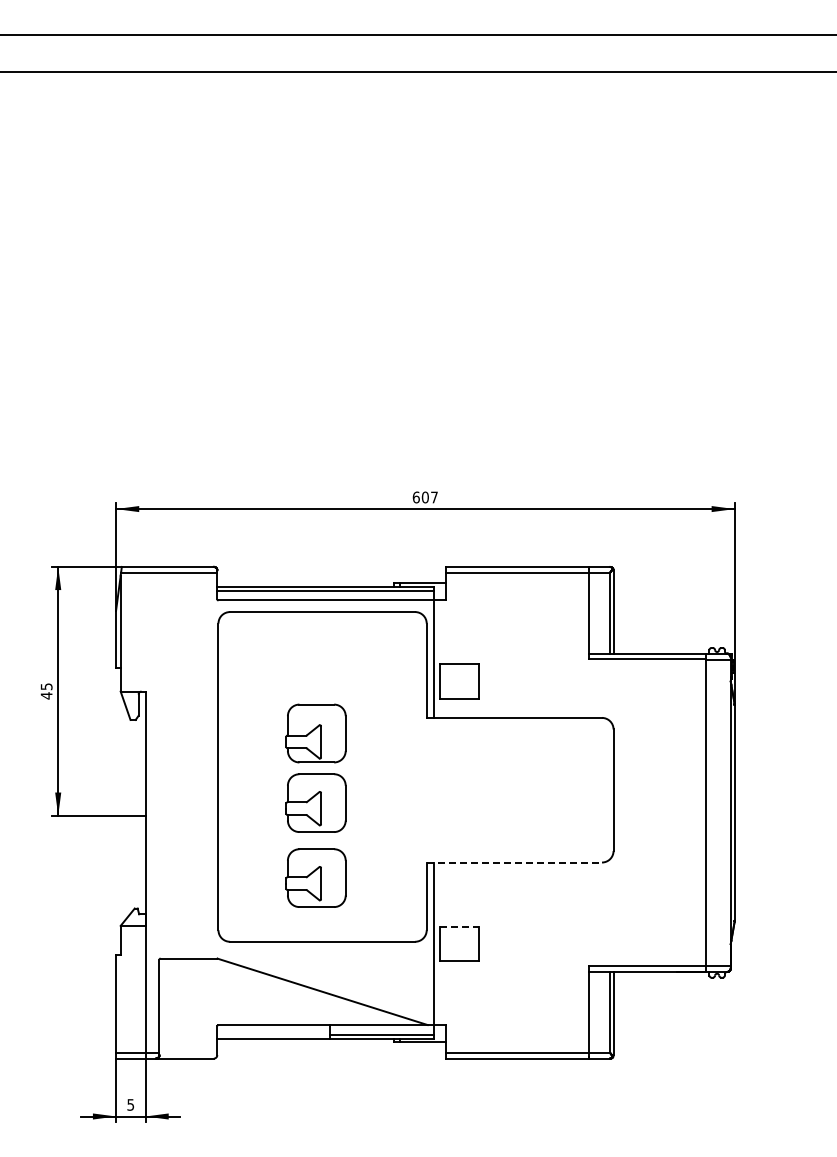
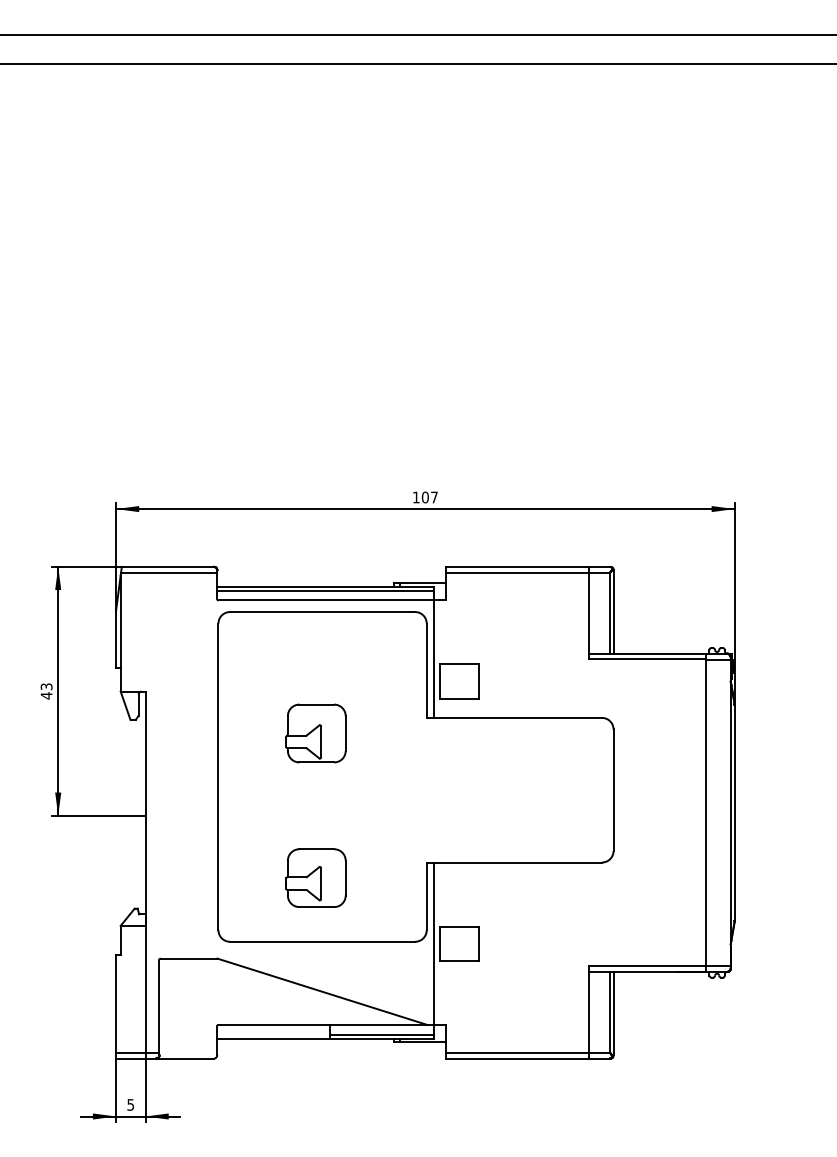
line at (417, 71) position: (417, 71) -> (417, 63)
text at (415, 497): 607 -> 107
text at (45, 686): 45 -> 43
part at (315, 802): present -> none
line at (514, 862): dashed -> solid
line at (459, 926): dashed -> solid
